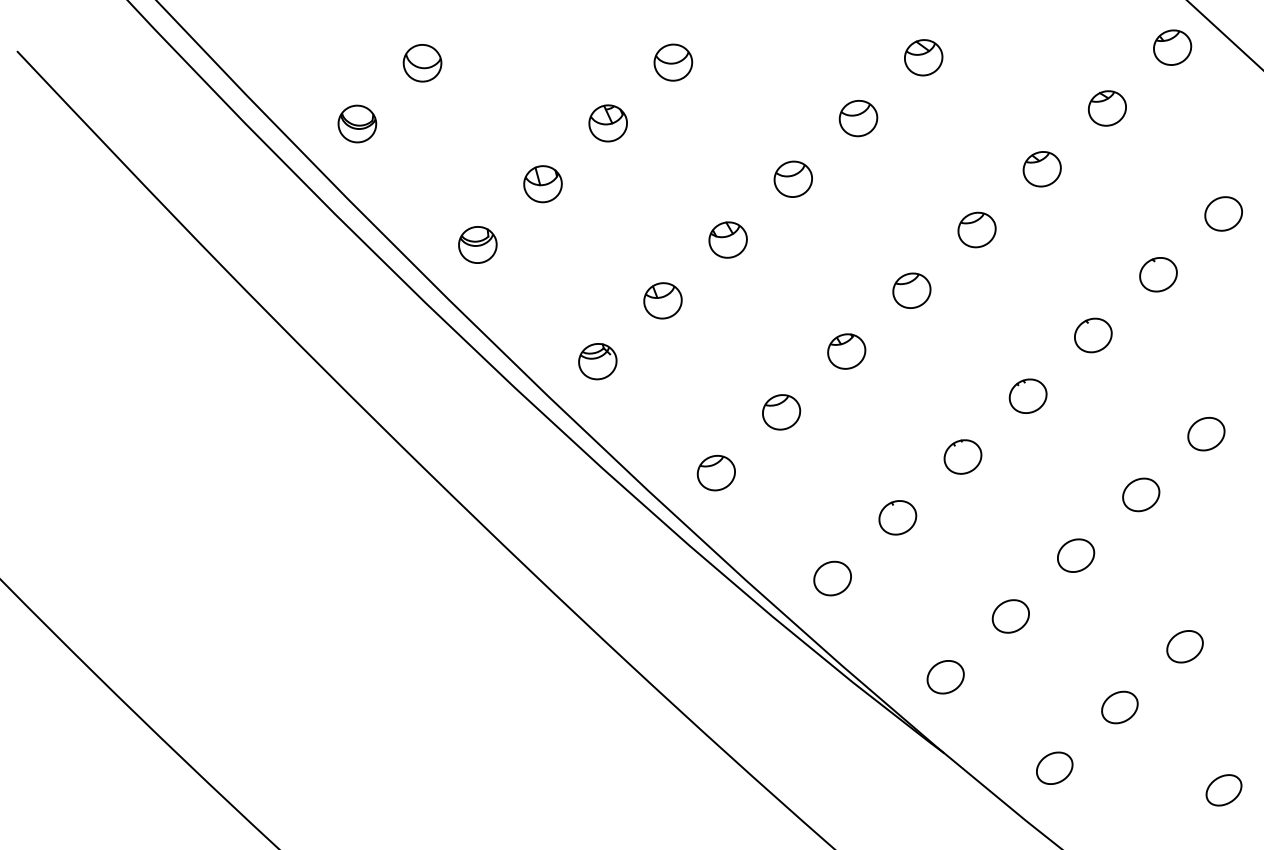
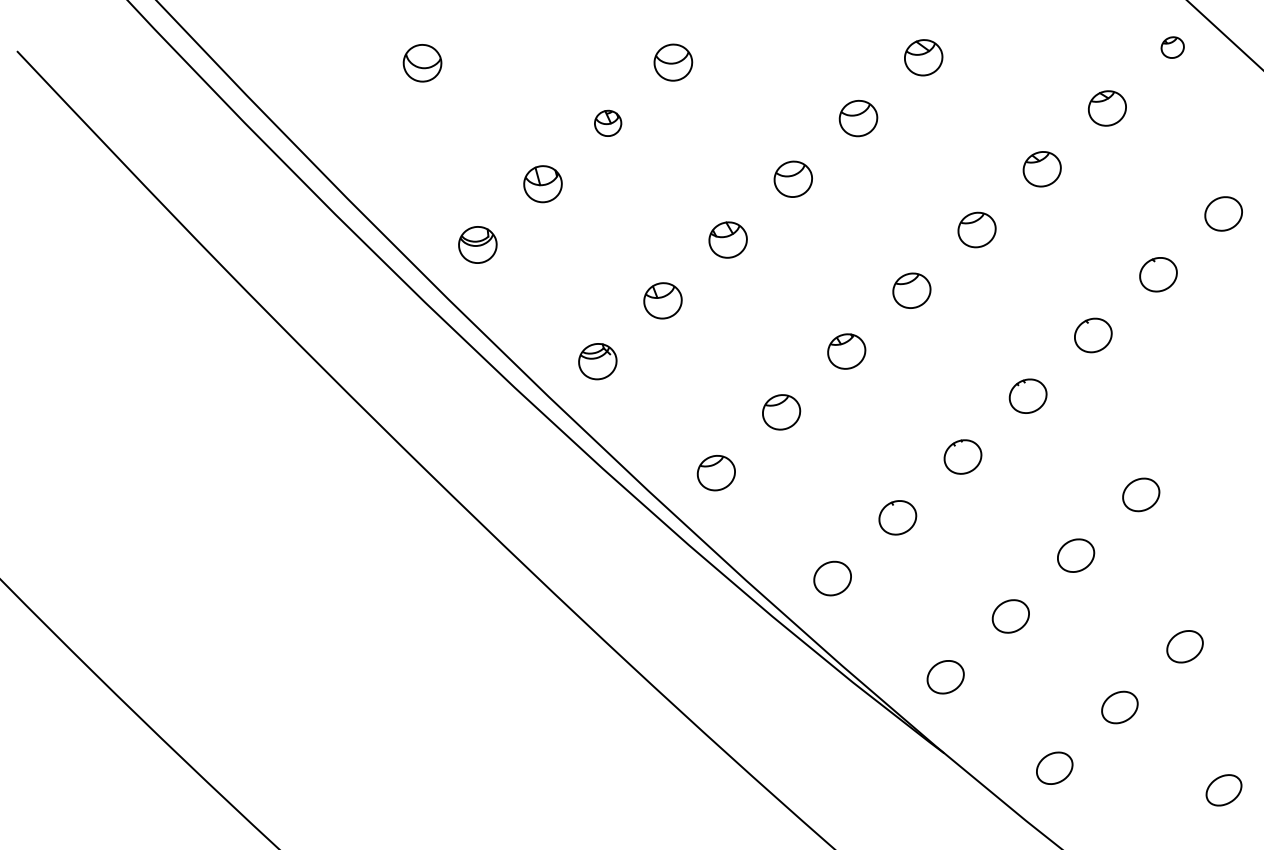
part at (1172, 47) size: 40x37 px -> 25x23 px
part at (357, 123): present -> none
part at (607, 123) size: 40x39 px -> 29x28 px
part at (1206, 434): present -> none
